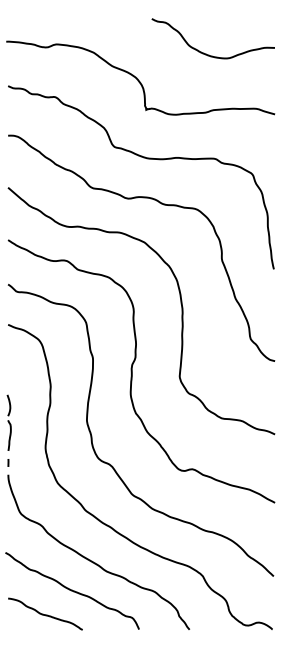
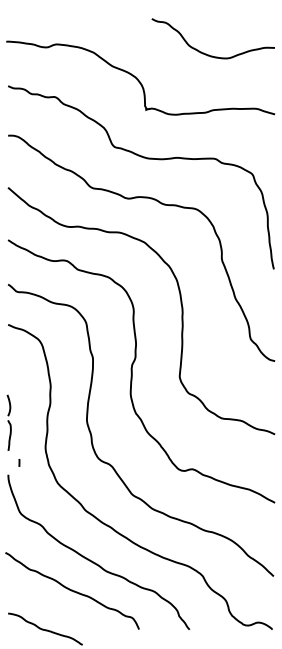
line at (8, 462) position: (8, 462) -> (19, 462)
curve at (45, 614) position: (45, 614) -> (45, 629)
